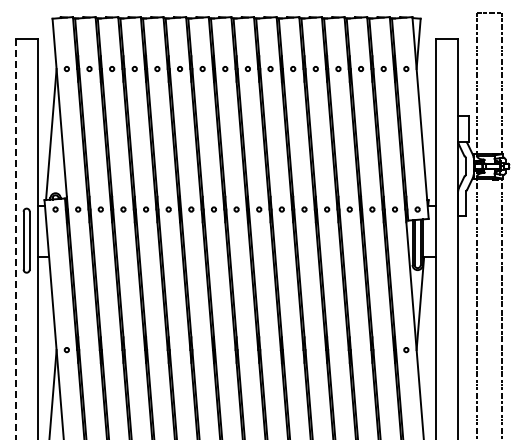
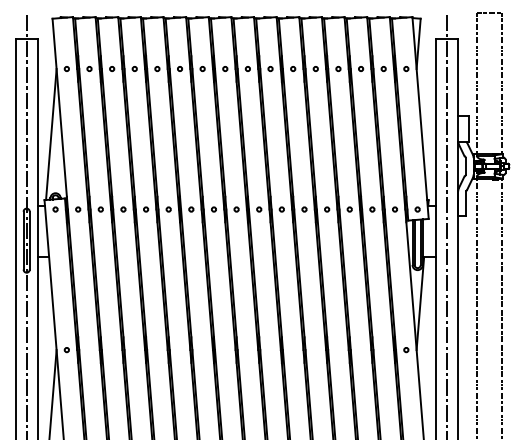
line at (26, 225): none -> present
line at (446, 225): none -> present
line at (15, 239): dashed -> solid
